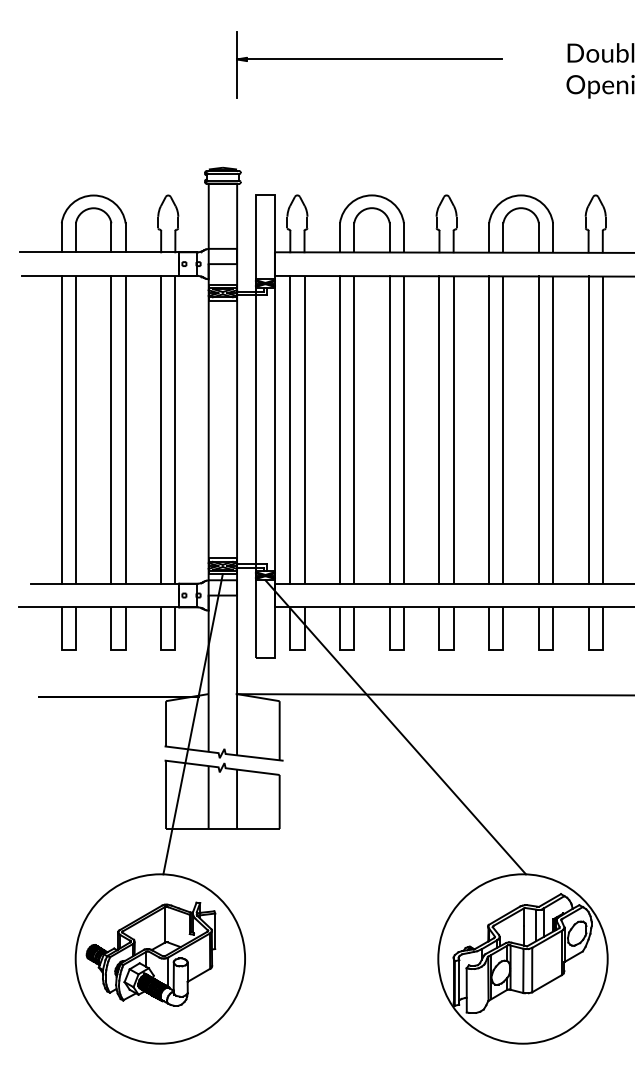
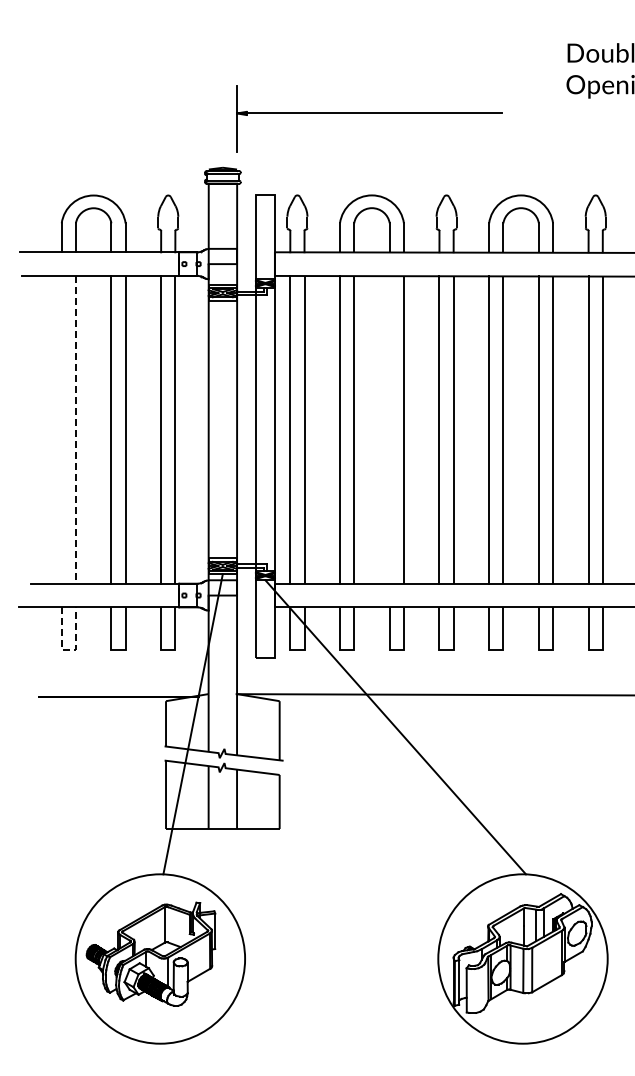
part at (369, 64) position: (369, 64) -> (369, 118)
line at (61, 429): present -> none
line at (75, 429): solid -> dashed
line at (389, 429): present -> none
line at (69, 650): solid -> dashed
